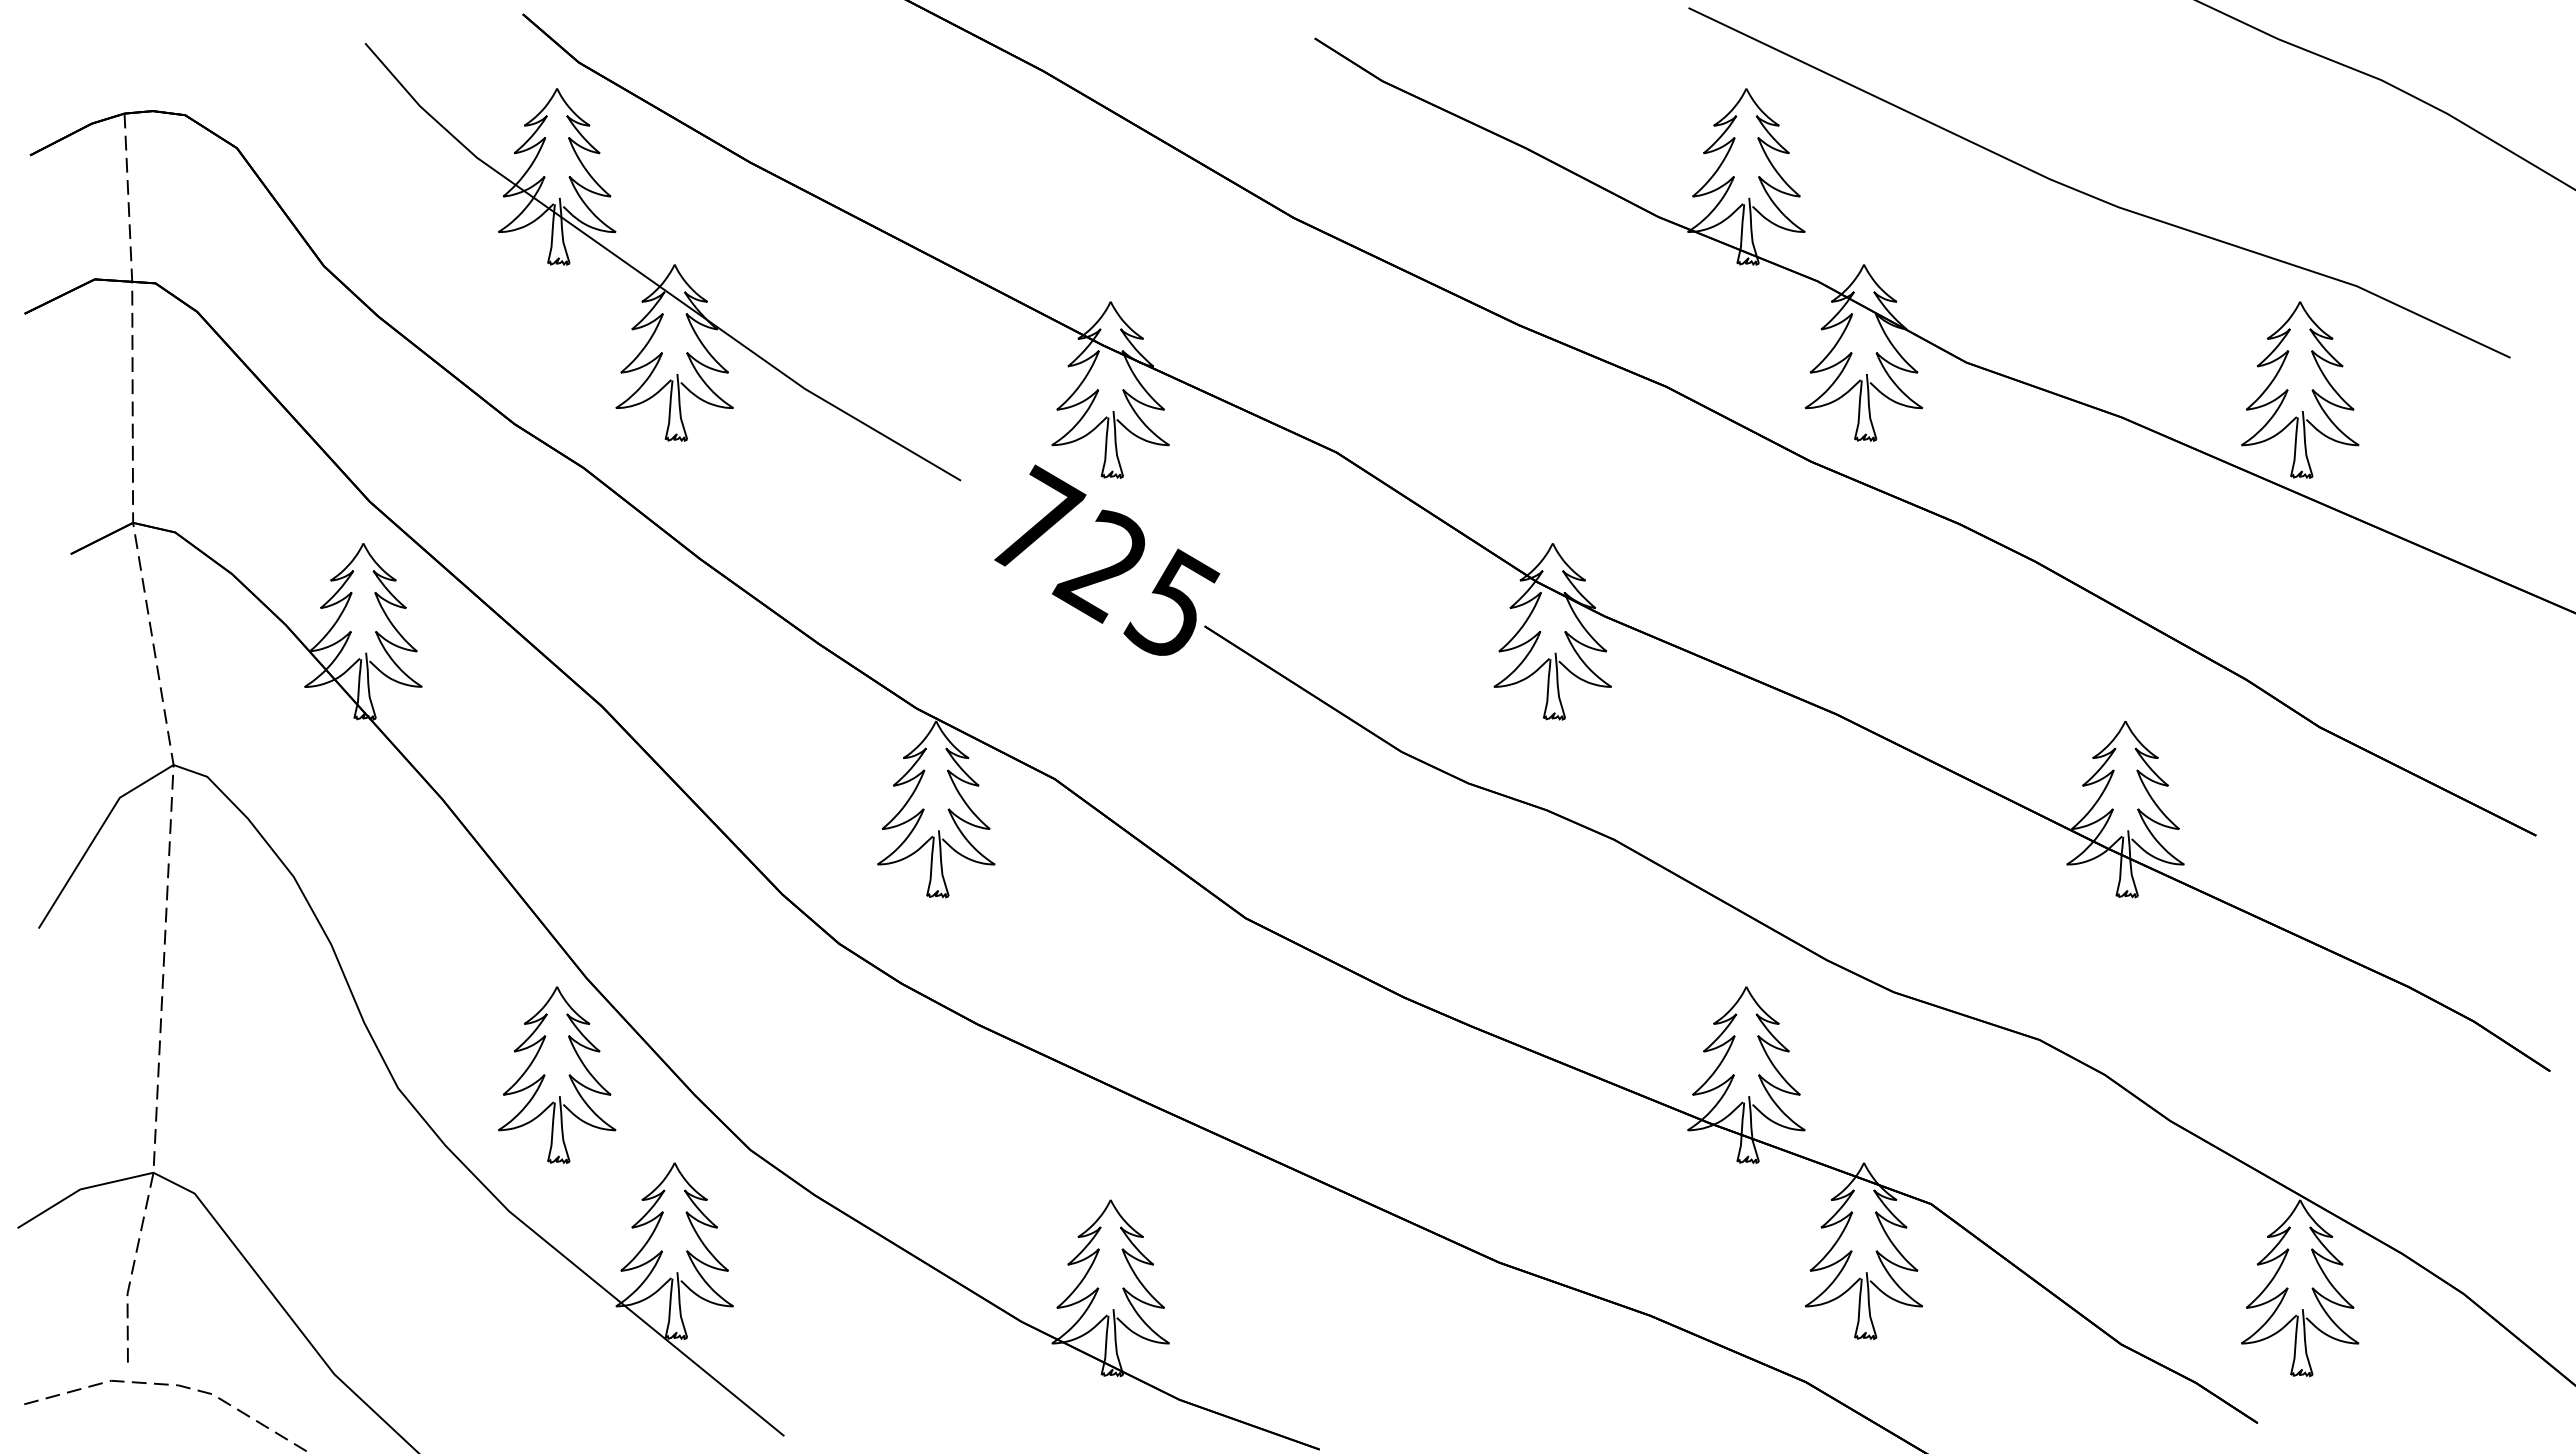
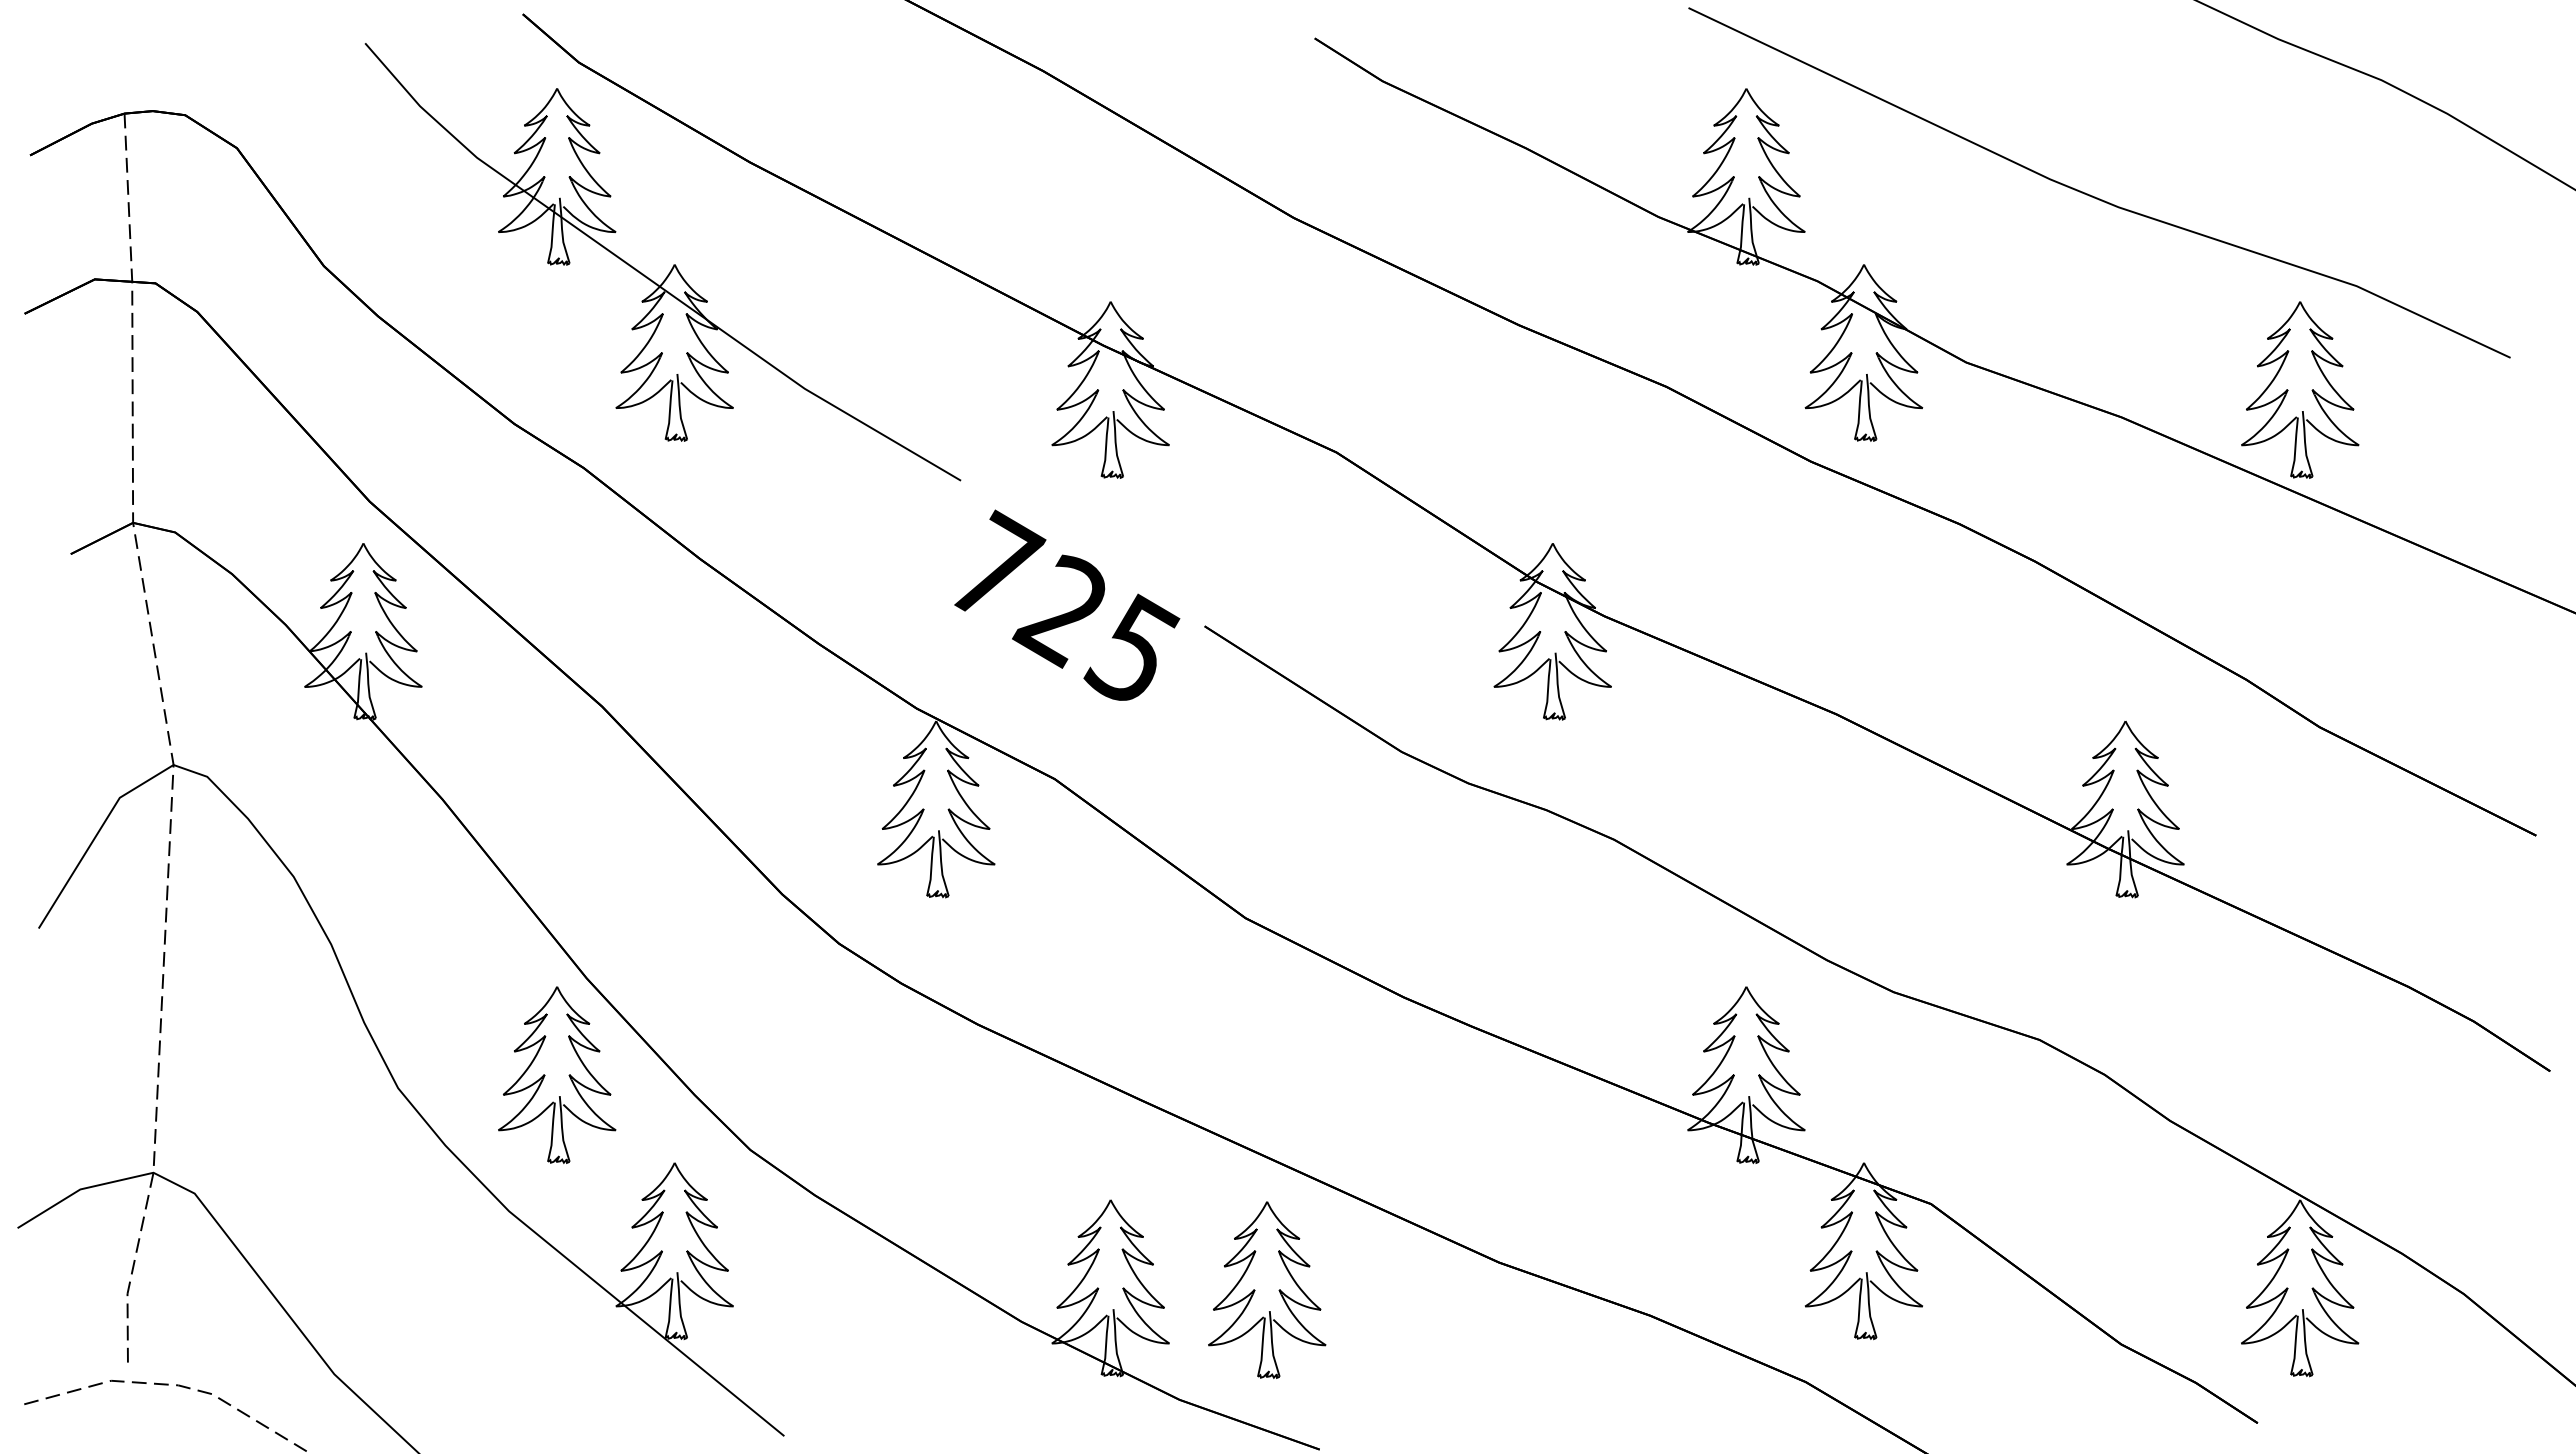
text at (1107, 559) position: (1107, 559) -> (1067, 604)
part at (1278, 1290): none -> present
